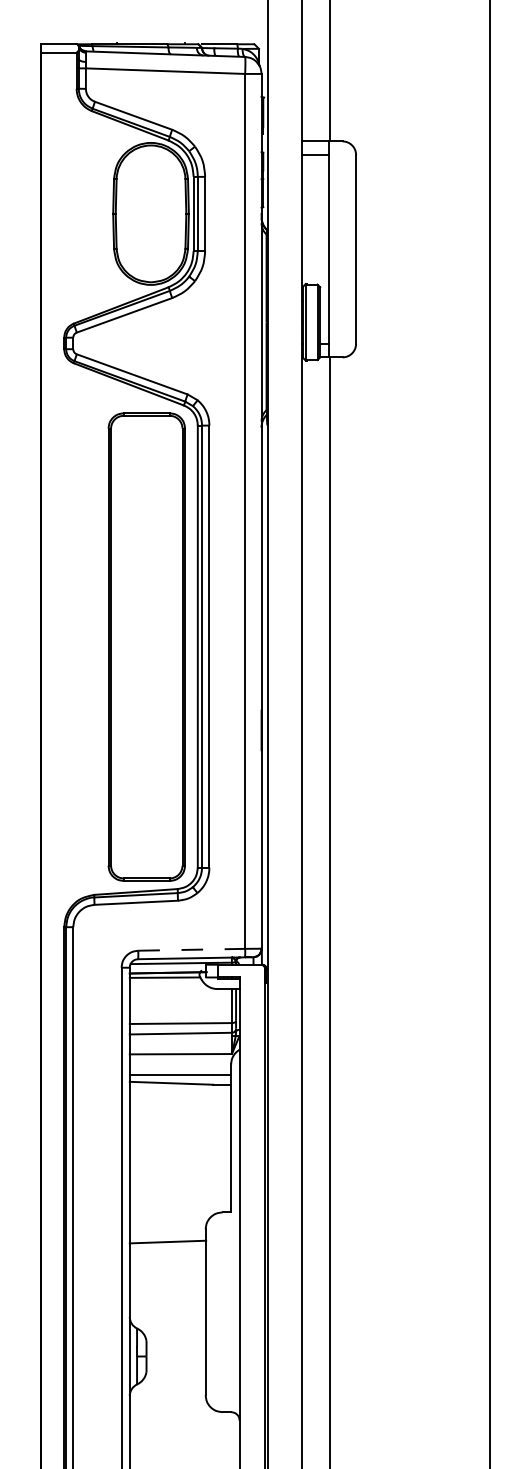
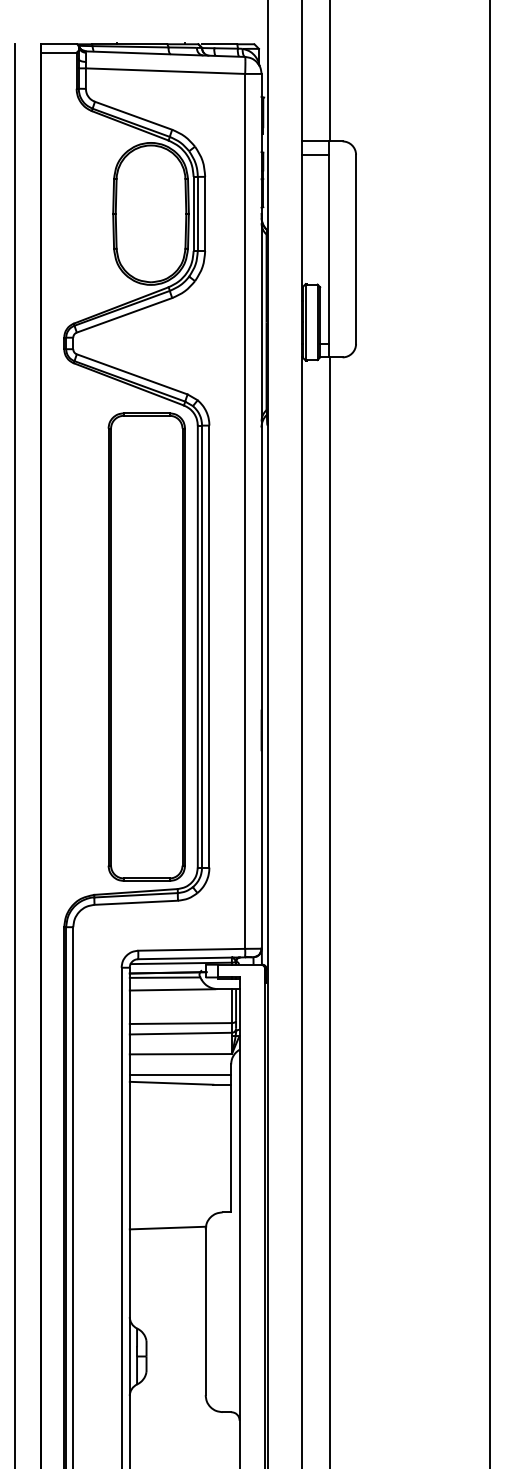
line at (15, 754): none -> present
line at (192, 949): dashed -> solid
line at (172, 989): none -> present
line at (167, 1241) position: (167, 1241) -> (167, 1227)
